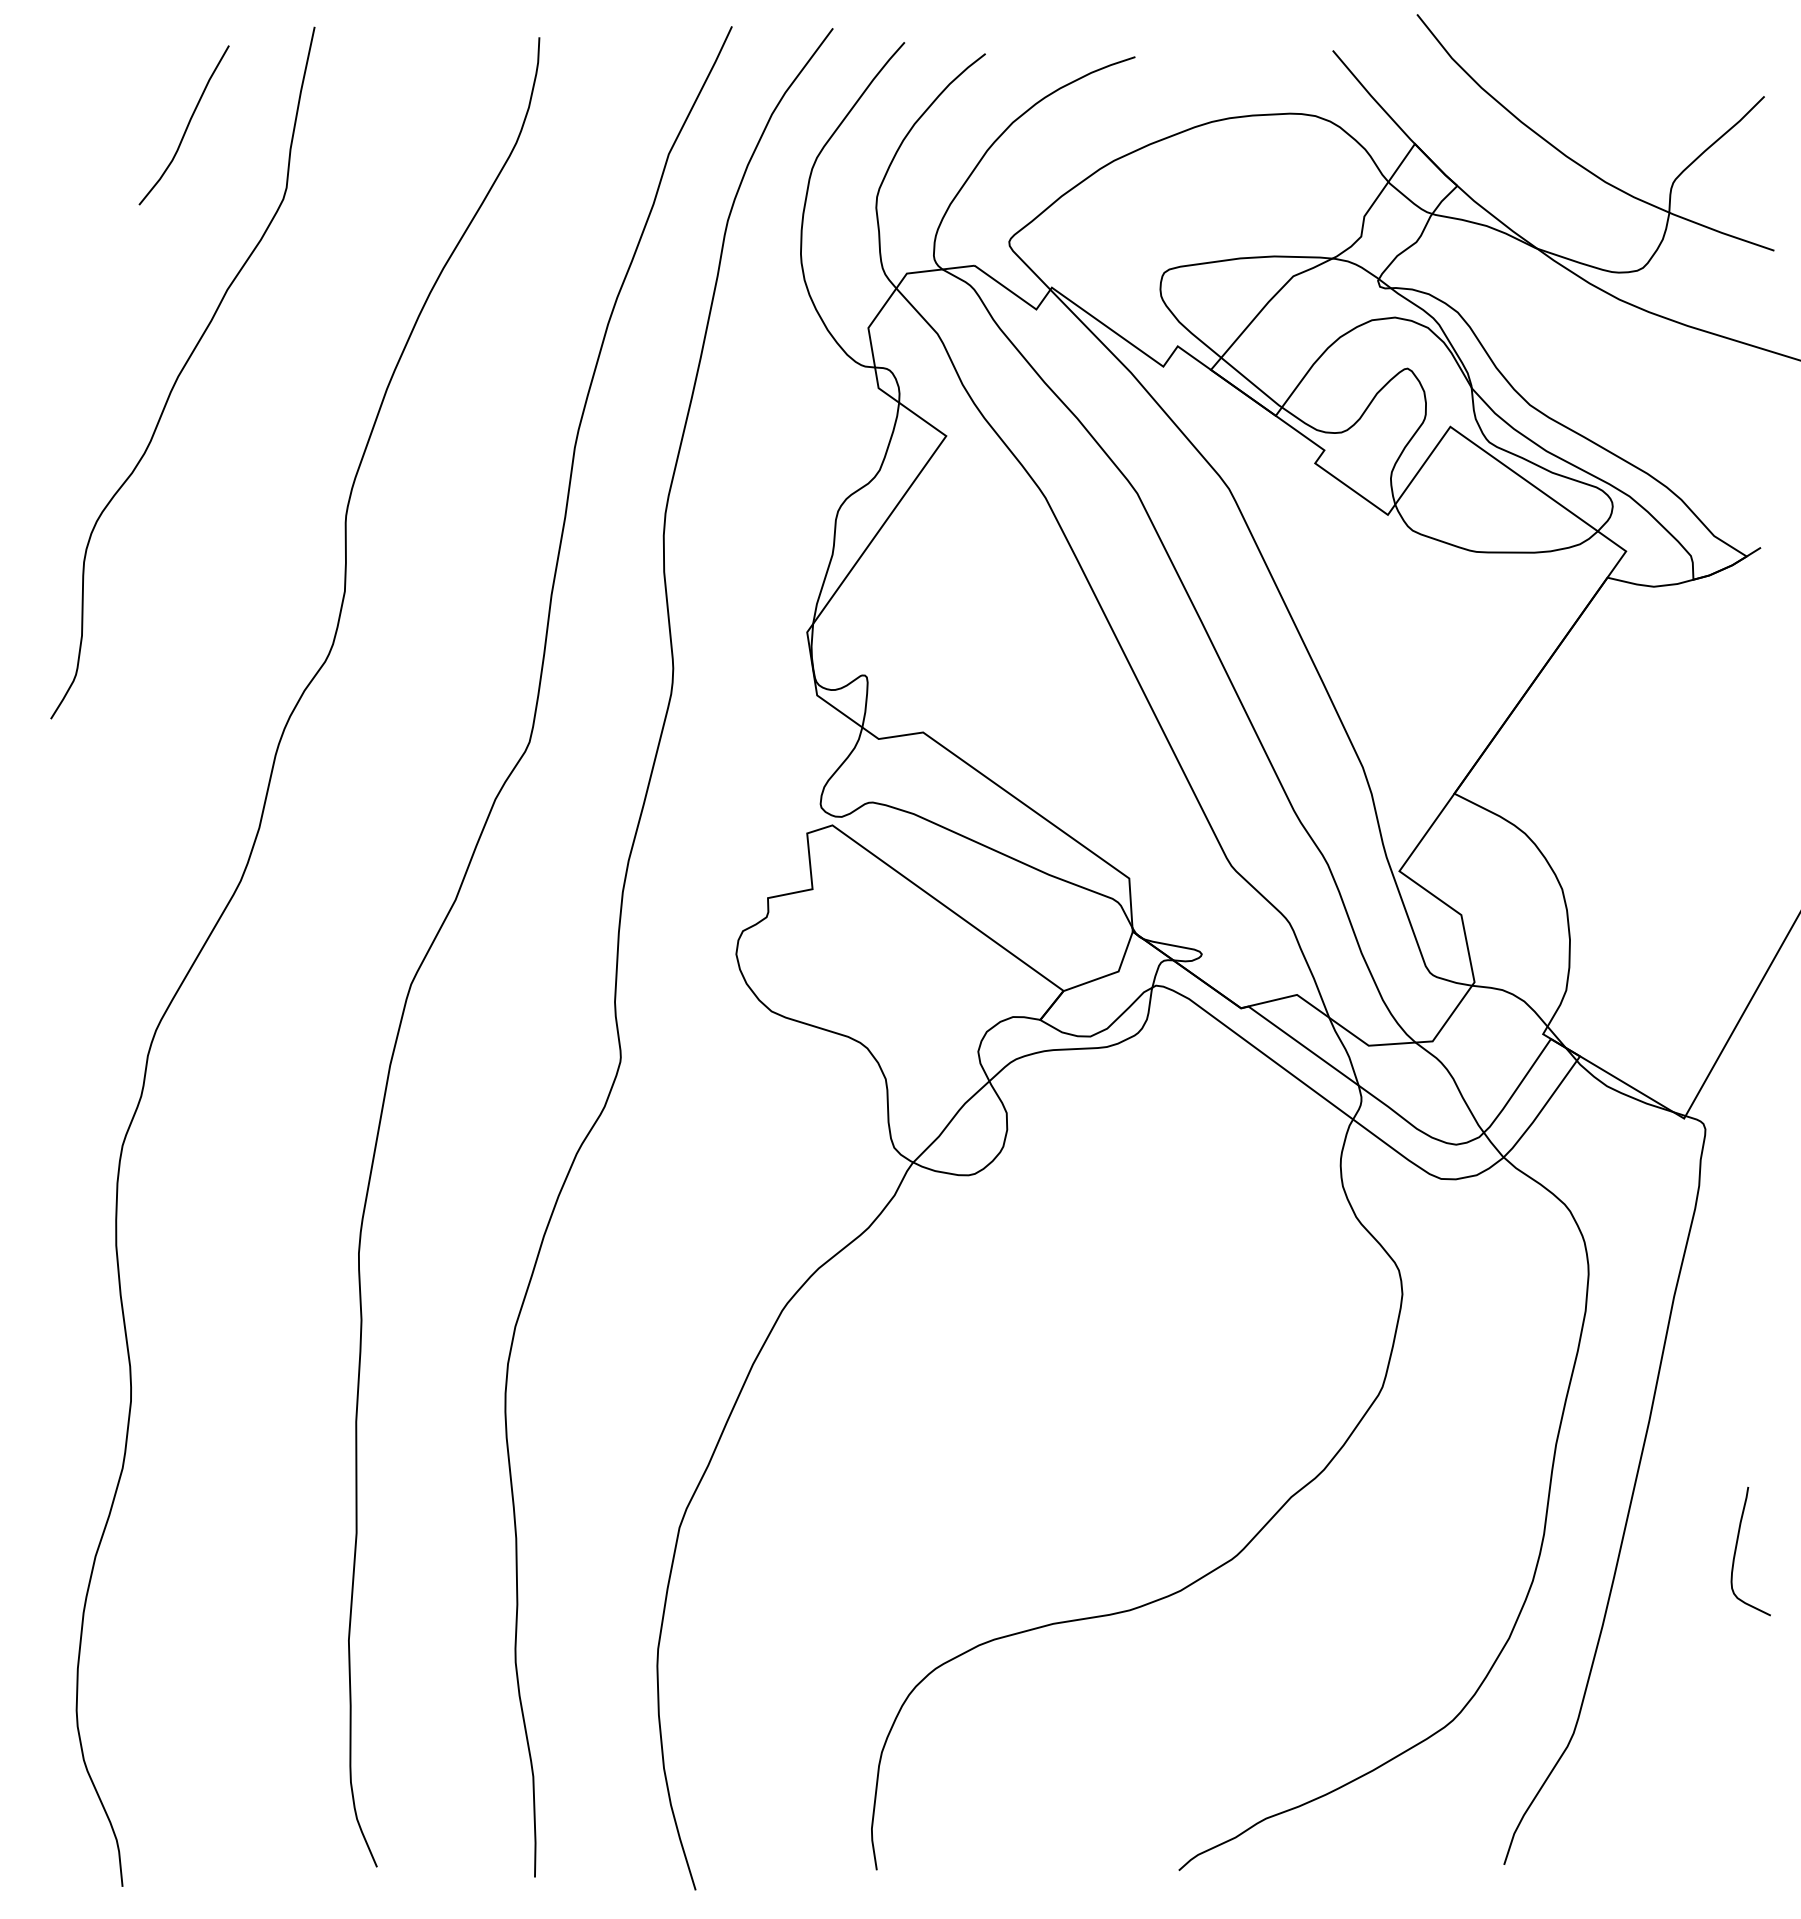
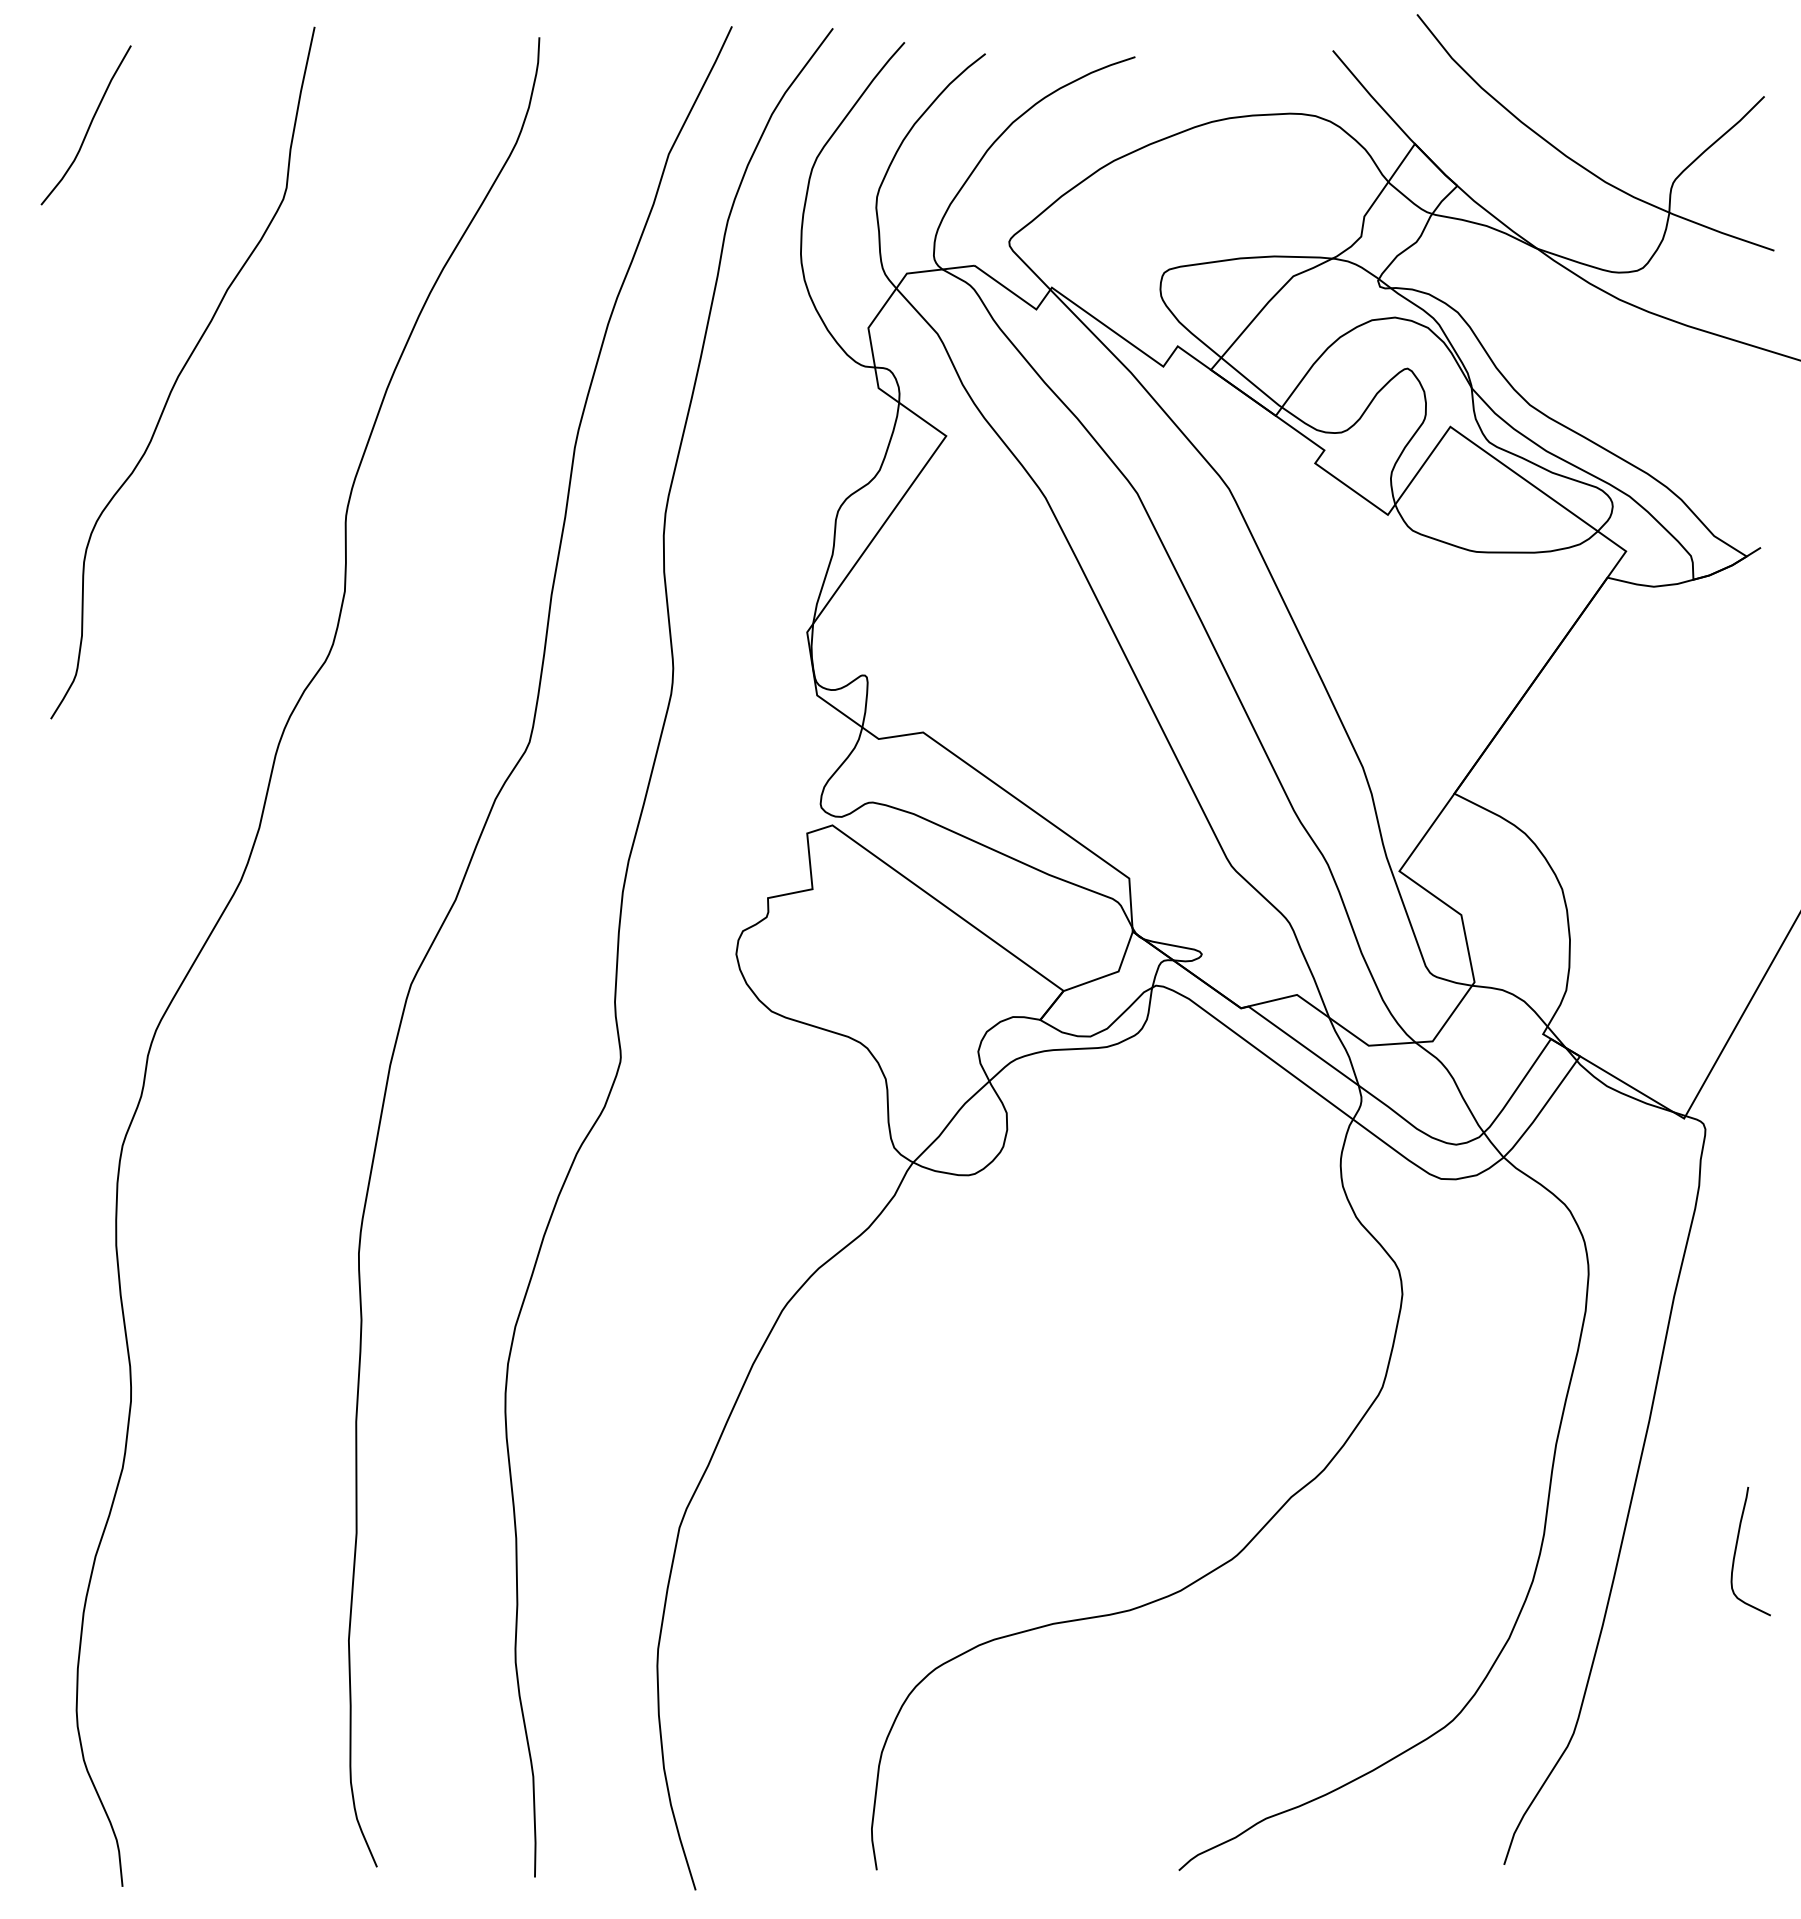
curve at (186, 126) position: (186, 126) -> (88, 126)
